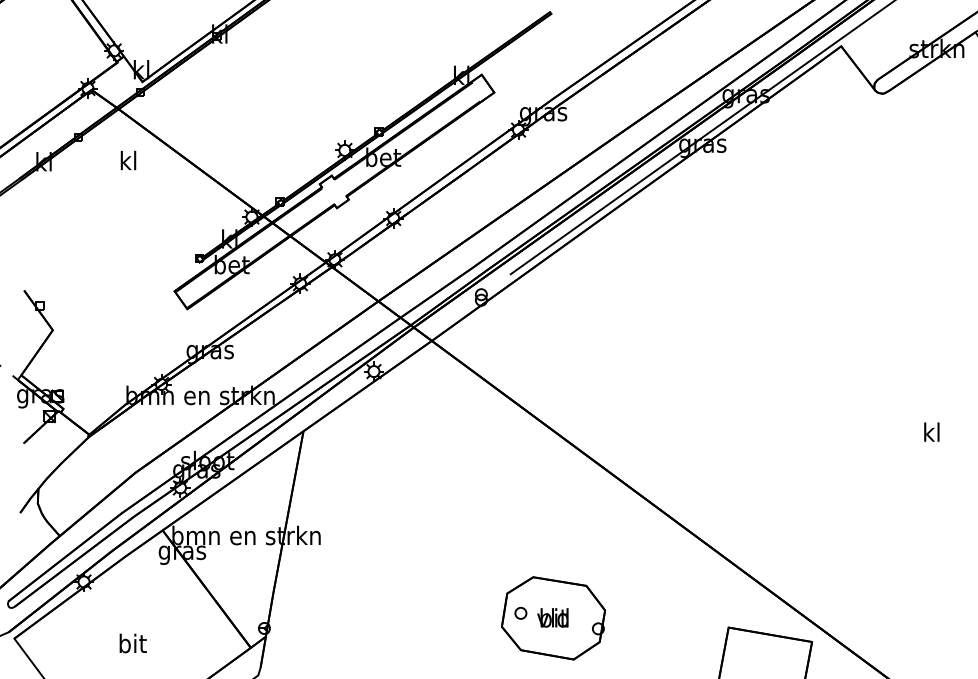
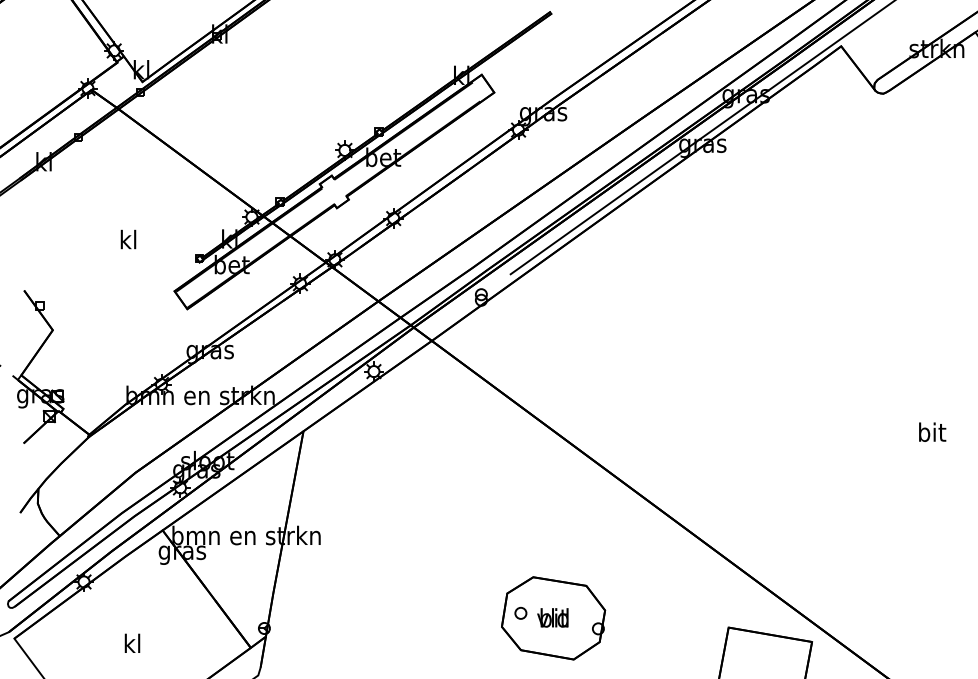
text at (128, 160) position: (128, 160) -> (128, 239)
text at (932, 431): kl -> bit
text at (132, 643): bit -> kl
